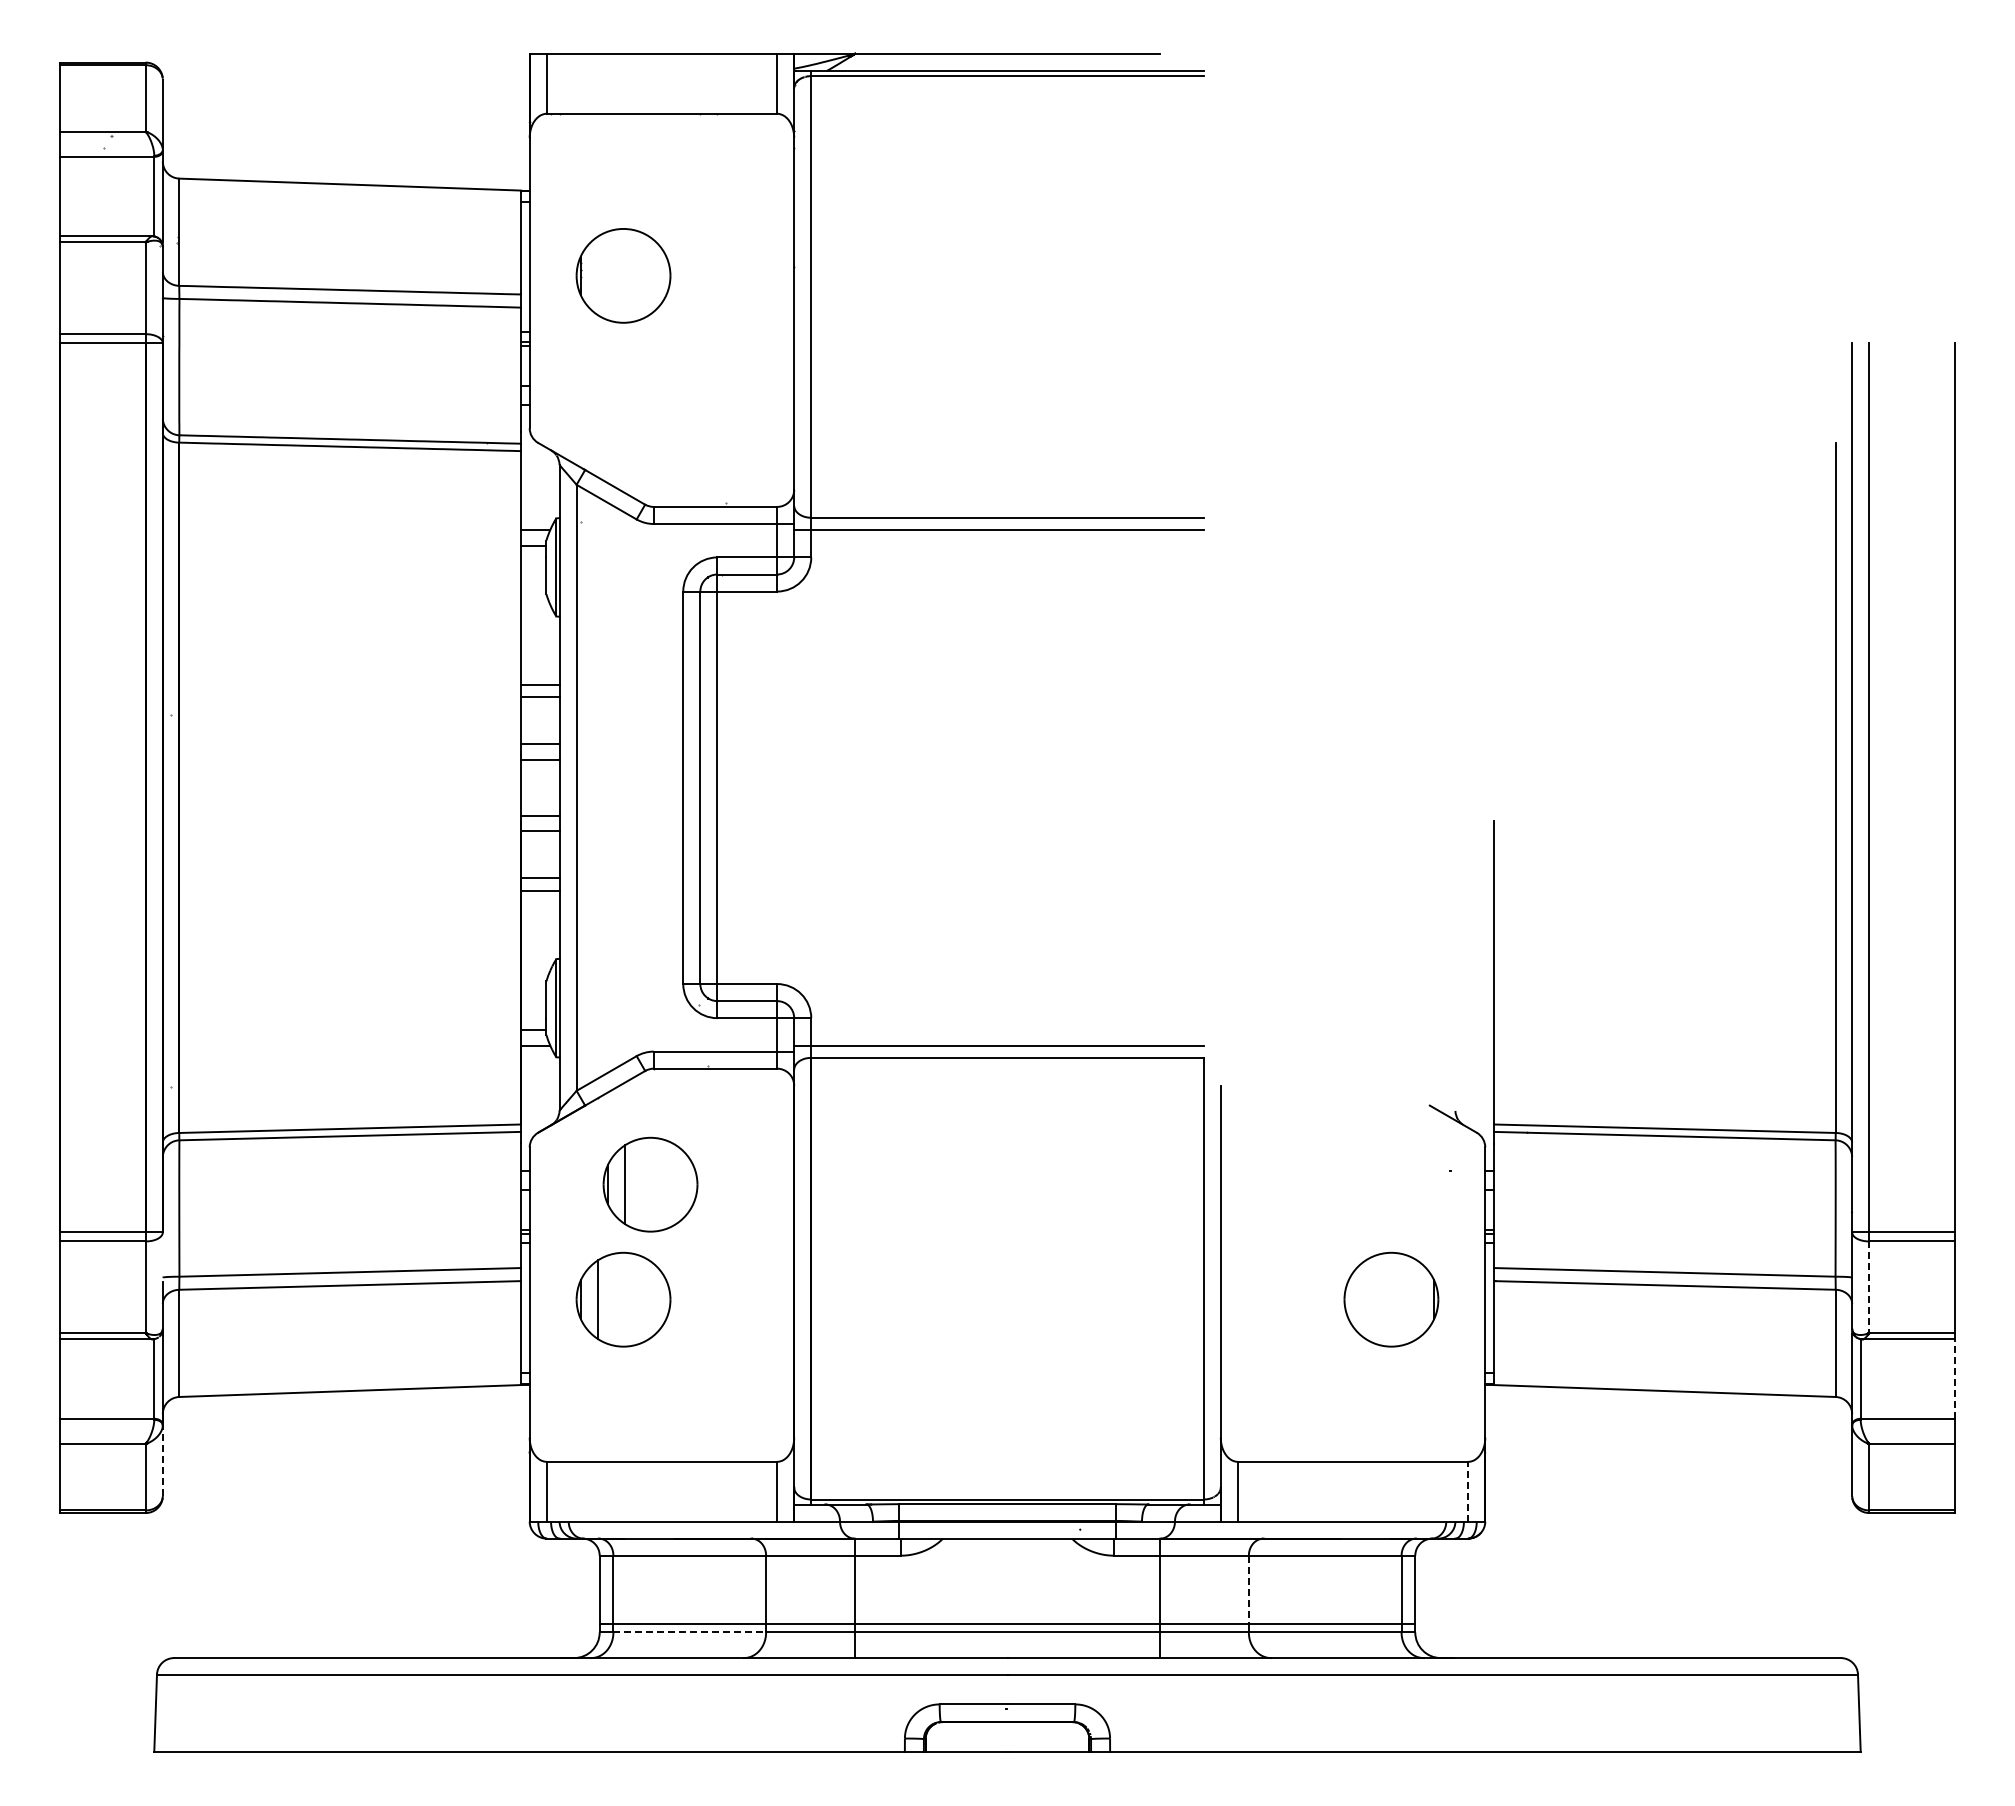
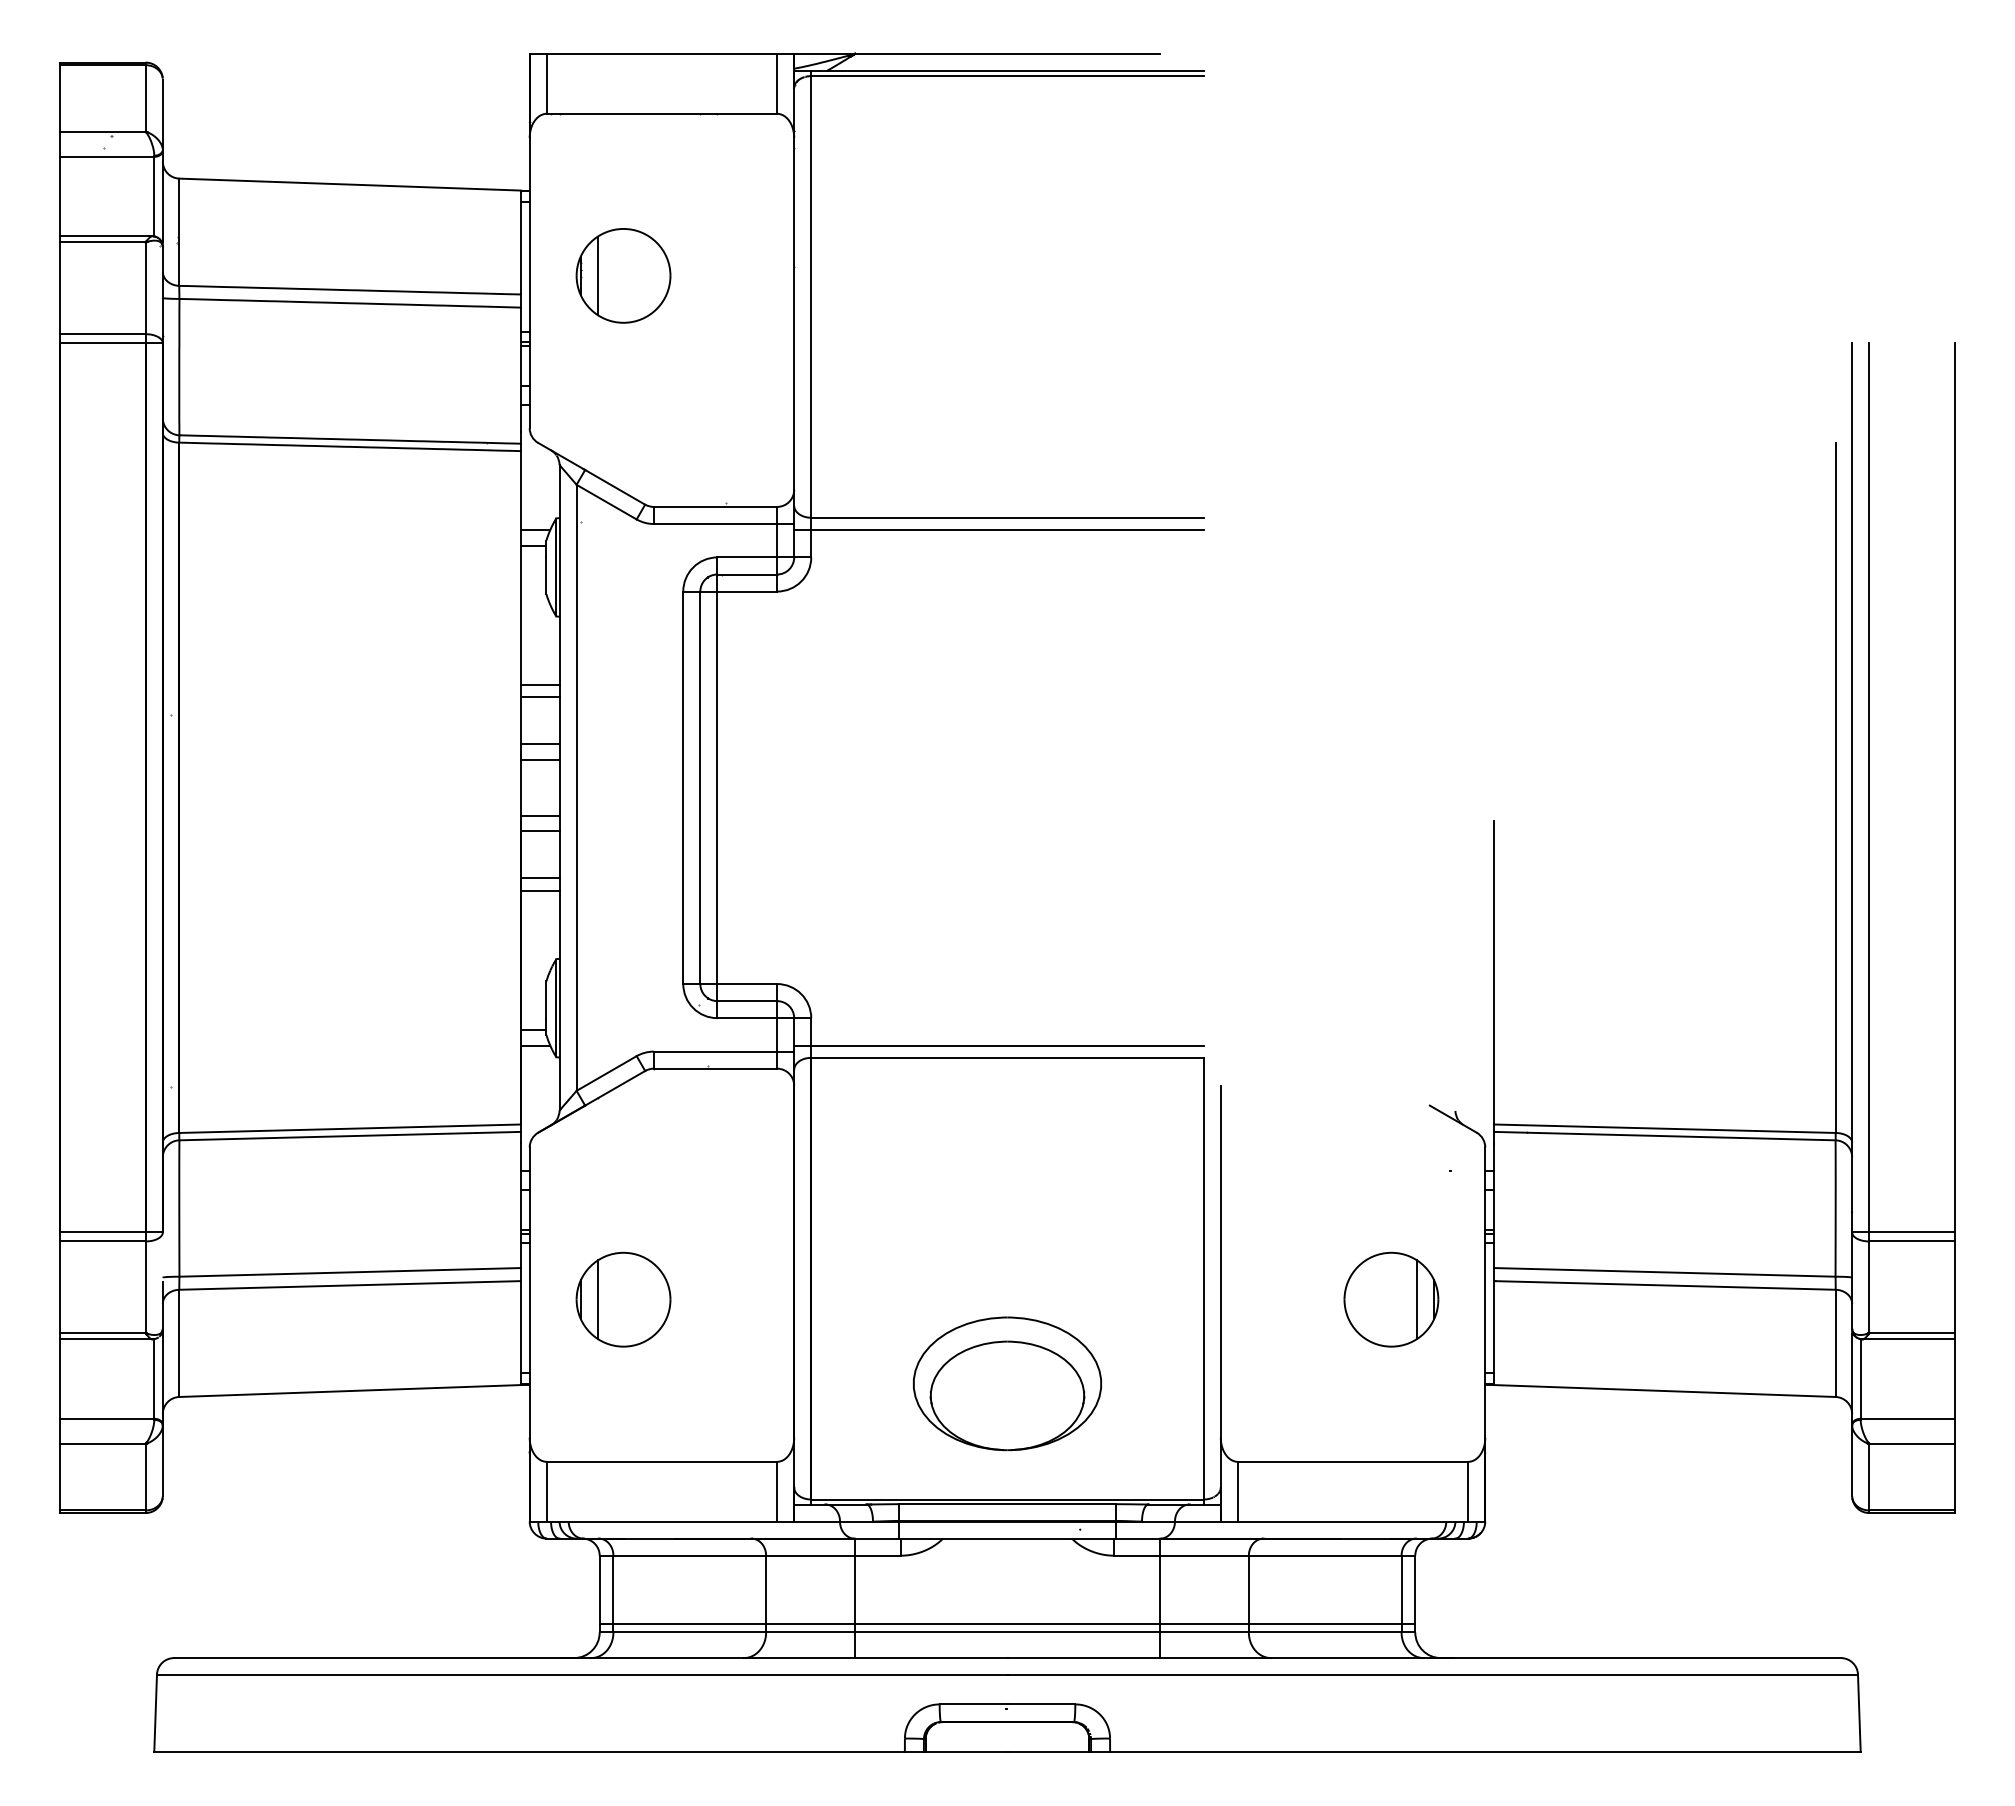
line at (597, 275): none -> present
part at (650, 1184): present -> none
line at (1869, 1287): dashed -> solid
line at (1417, 1299): none -> present
line at (1954, 1379): dashed -> solid
part at (1007, 1383): none -> present
line at (162, 1460): dashed -> solid
line at (1468, 1491): dashed -> solid
line at (1248, 1590): dashed -> solid
line at (690, 1632): dashed -> solid
